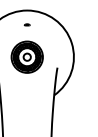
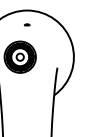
part at (26, 56) position: (26, 56) -> (19, 56)
